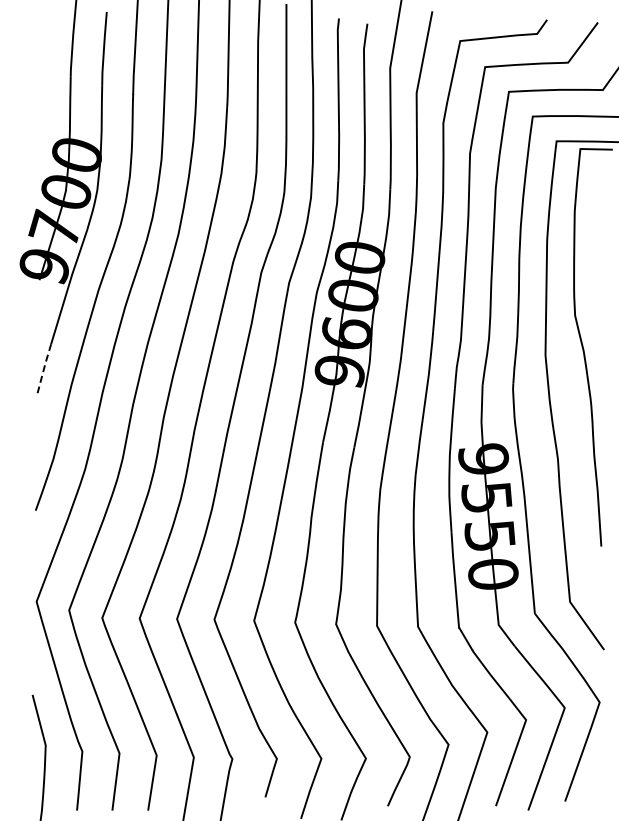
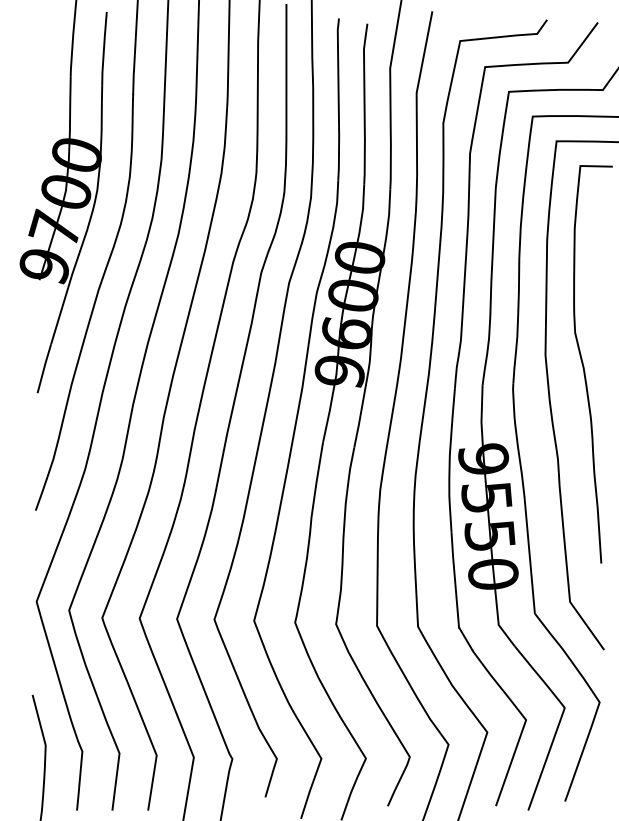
curve at (584, 349) position: (584, 349) -> (584, 366)
line at (44, 368): dashed -> solid
